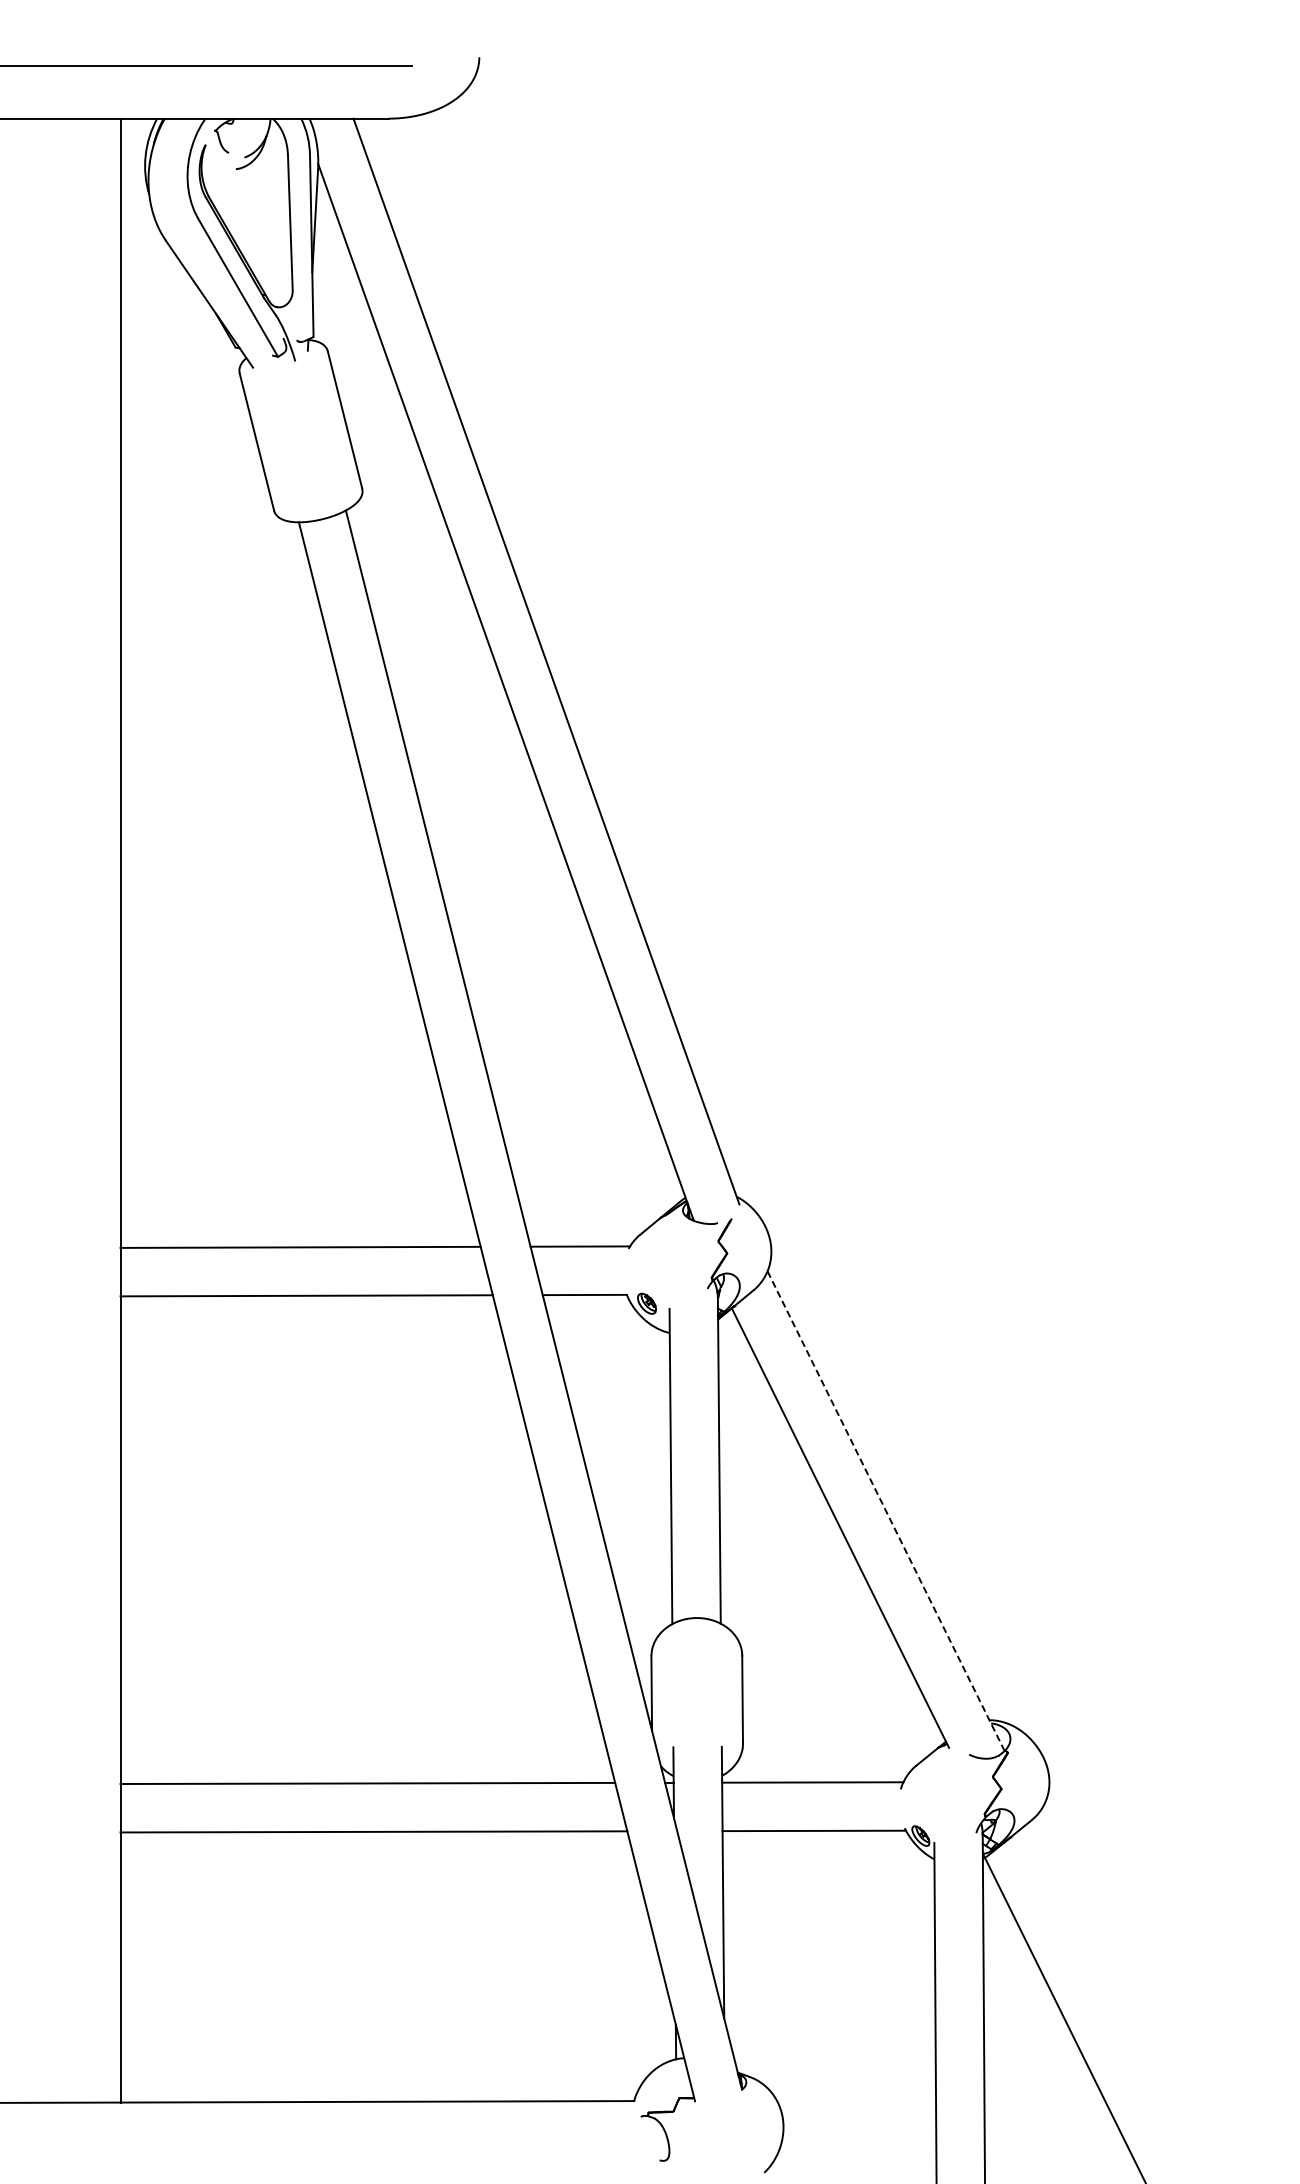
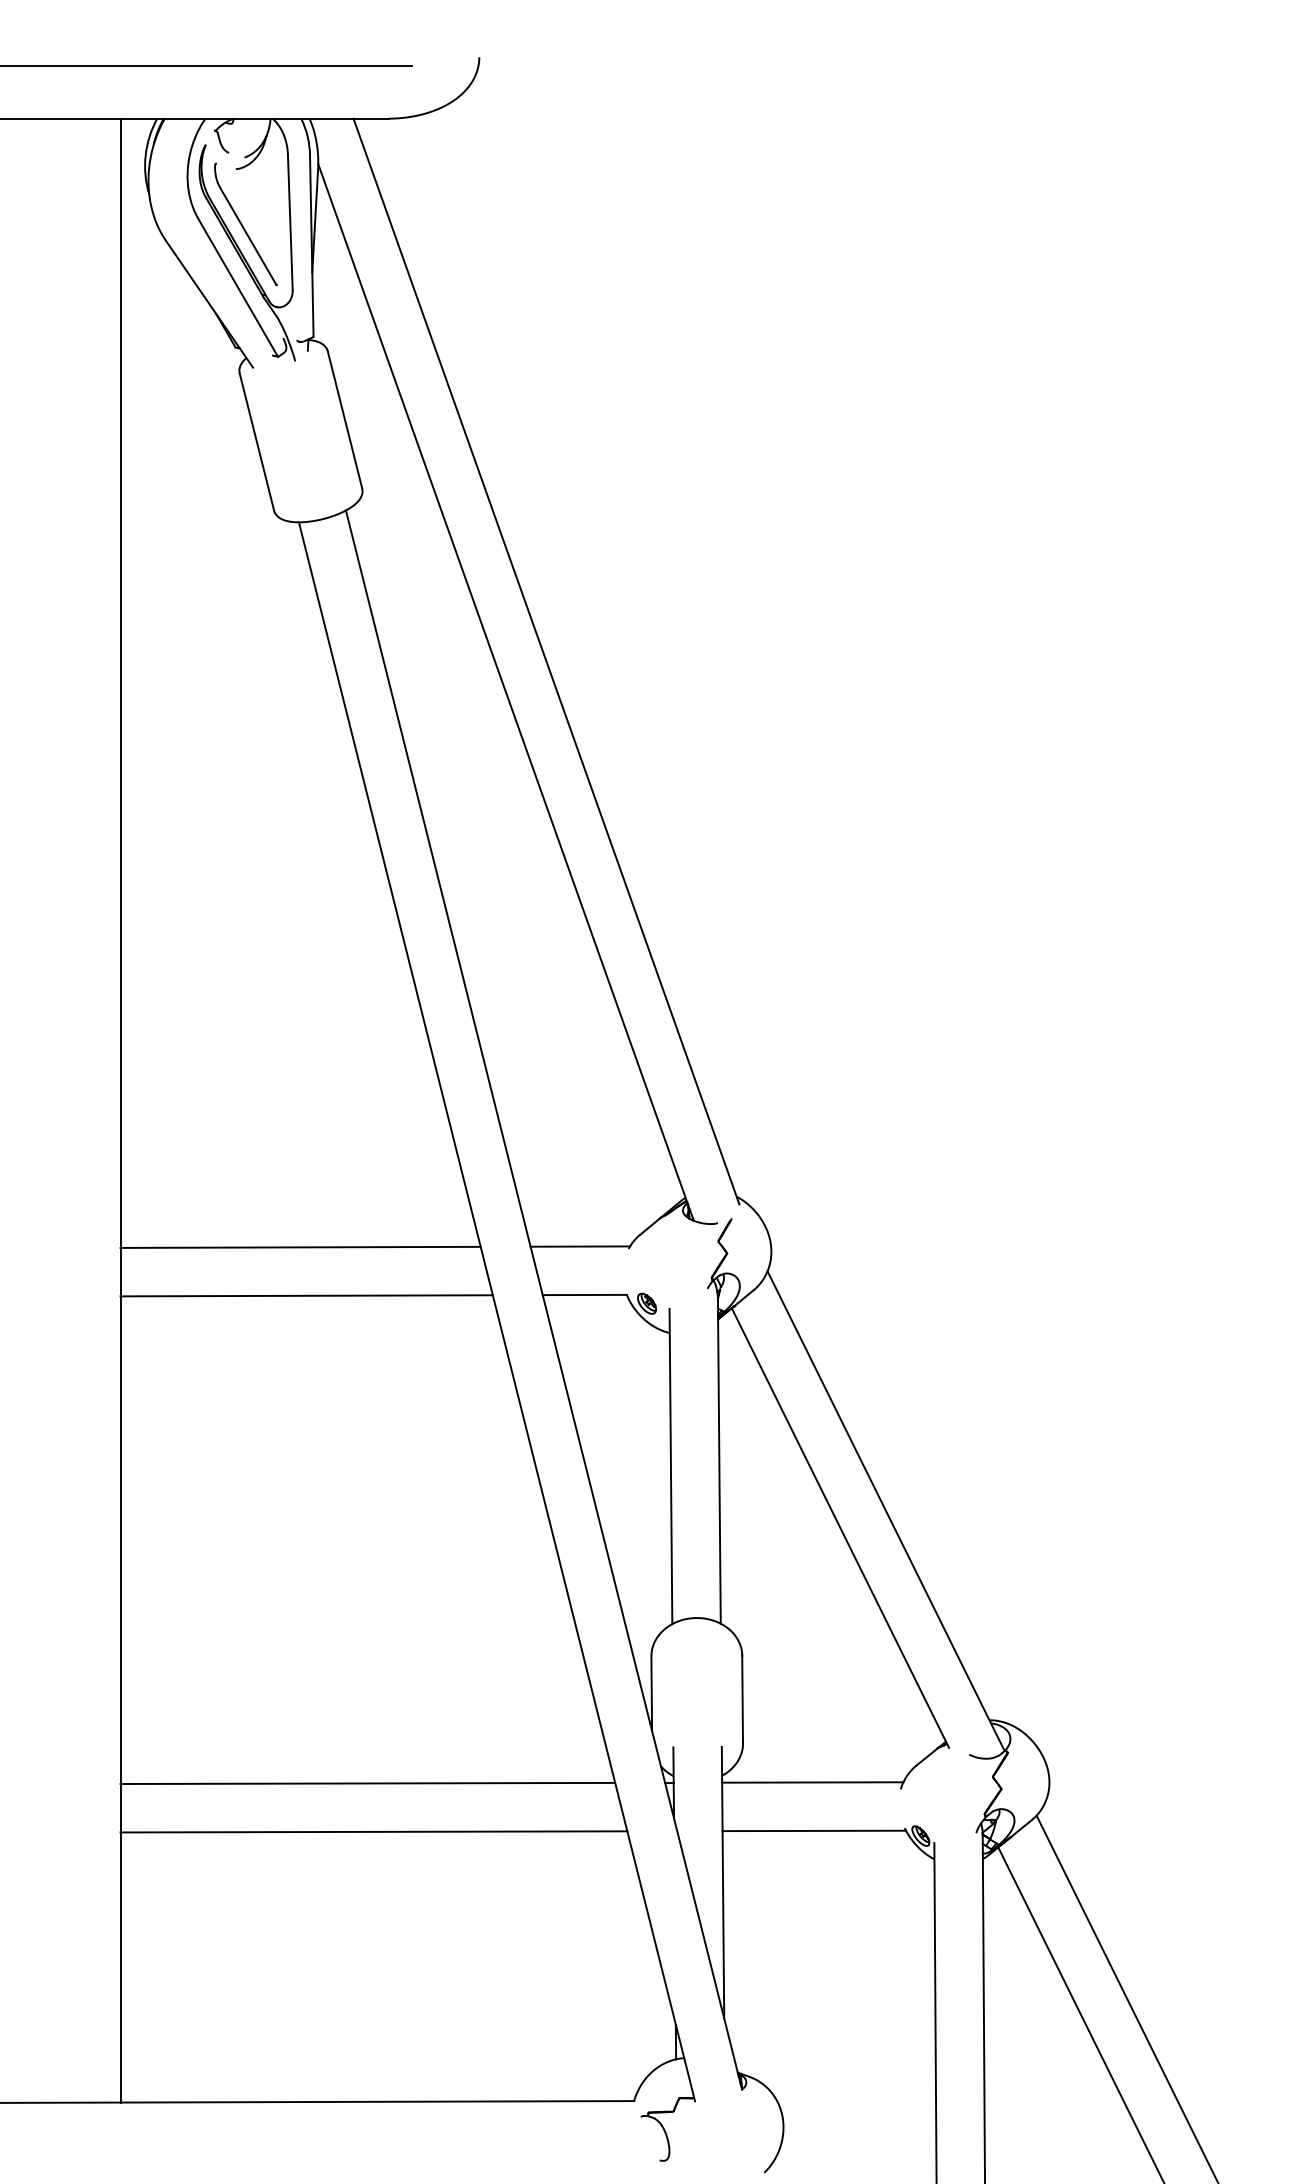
part at (245, 224): none -> present
line at (886, 1511): dashed -> solid
line at (1126, 1997): none -> present
line at (1063, 2017) position: (1063, 2017) -> (1080, 2013)
